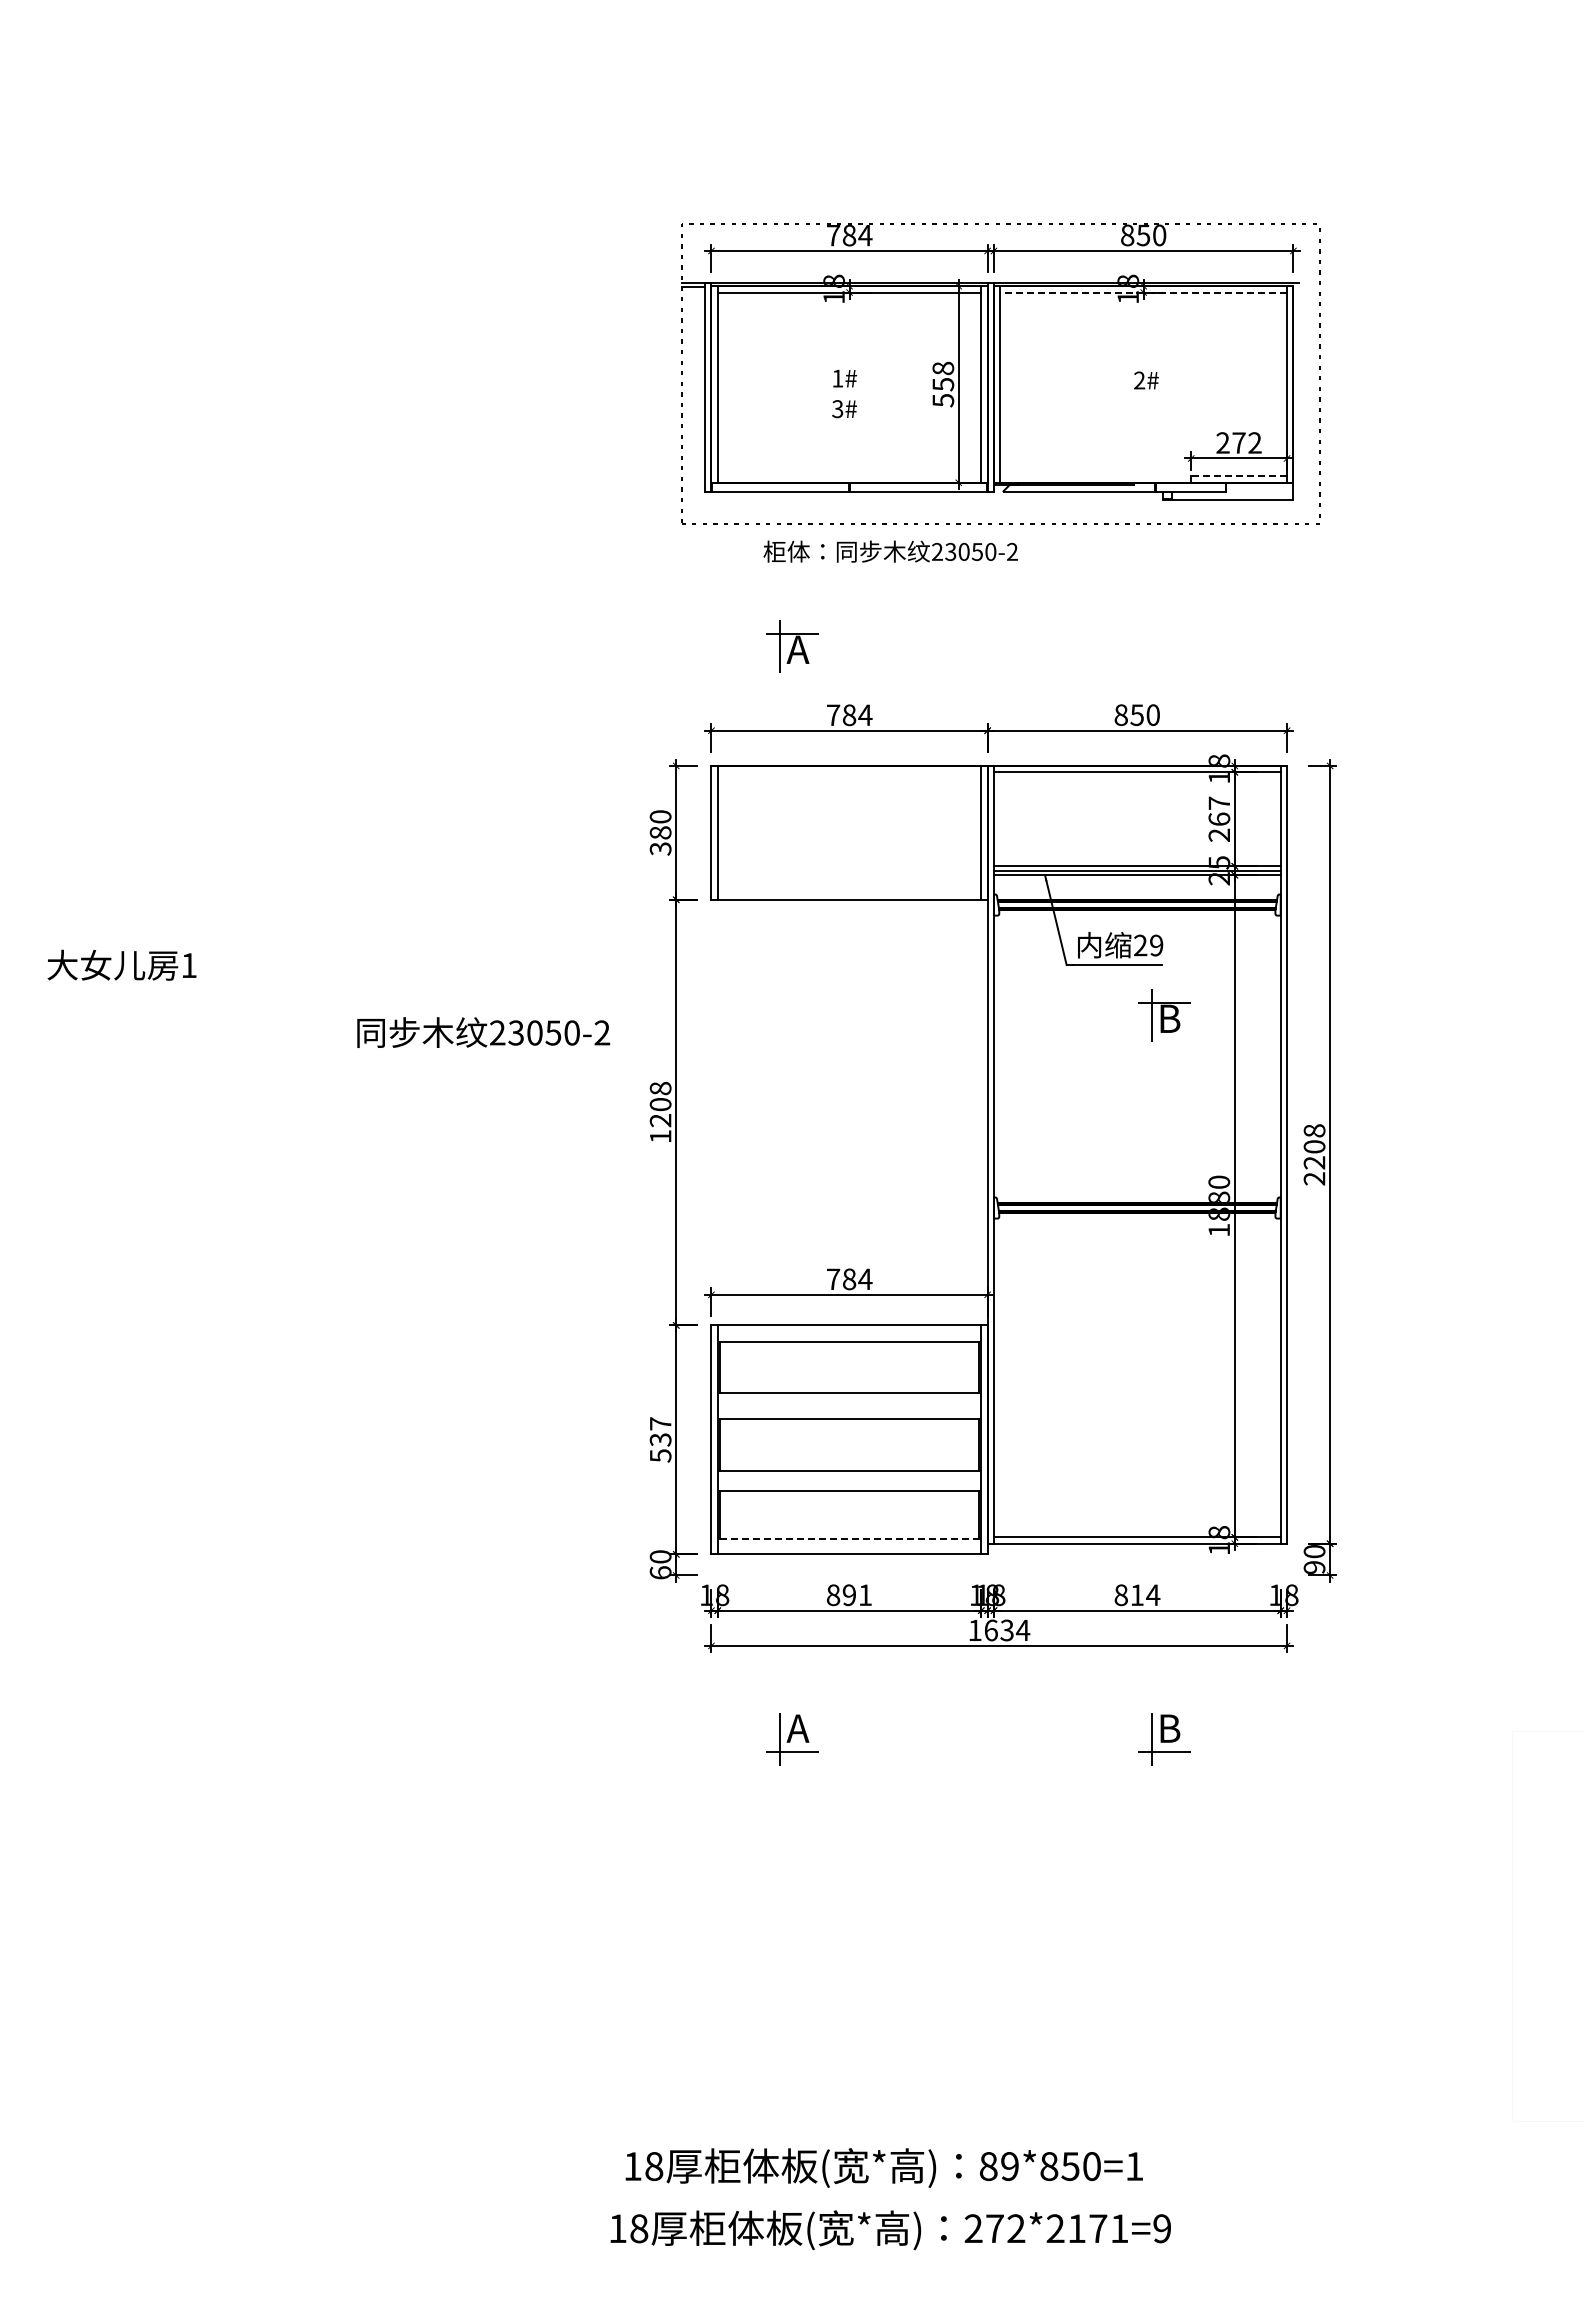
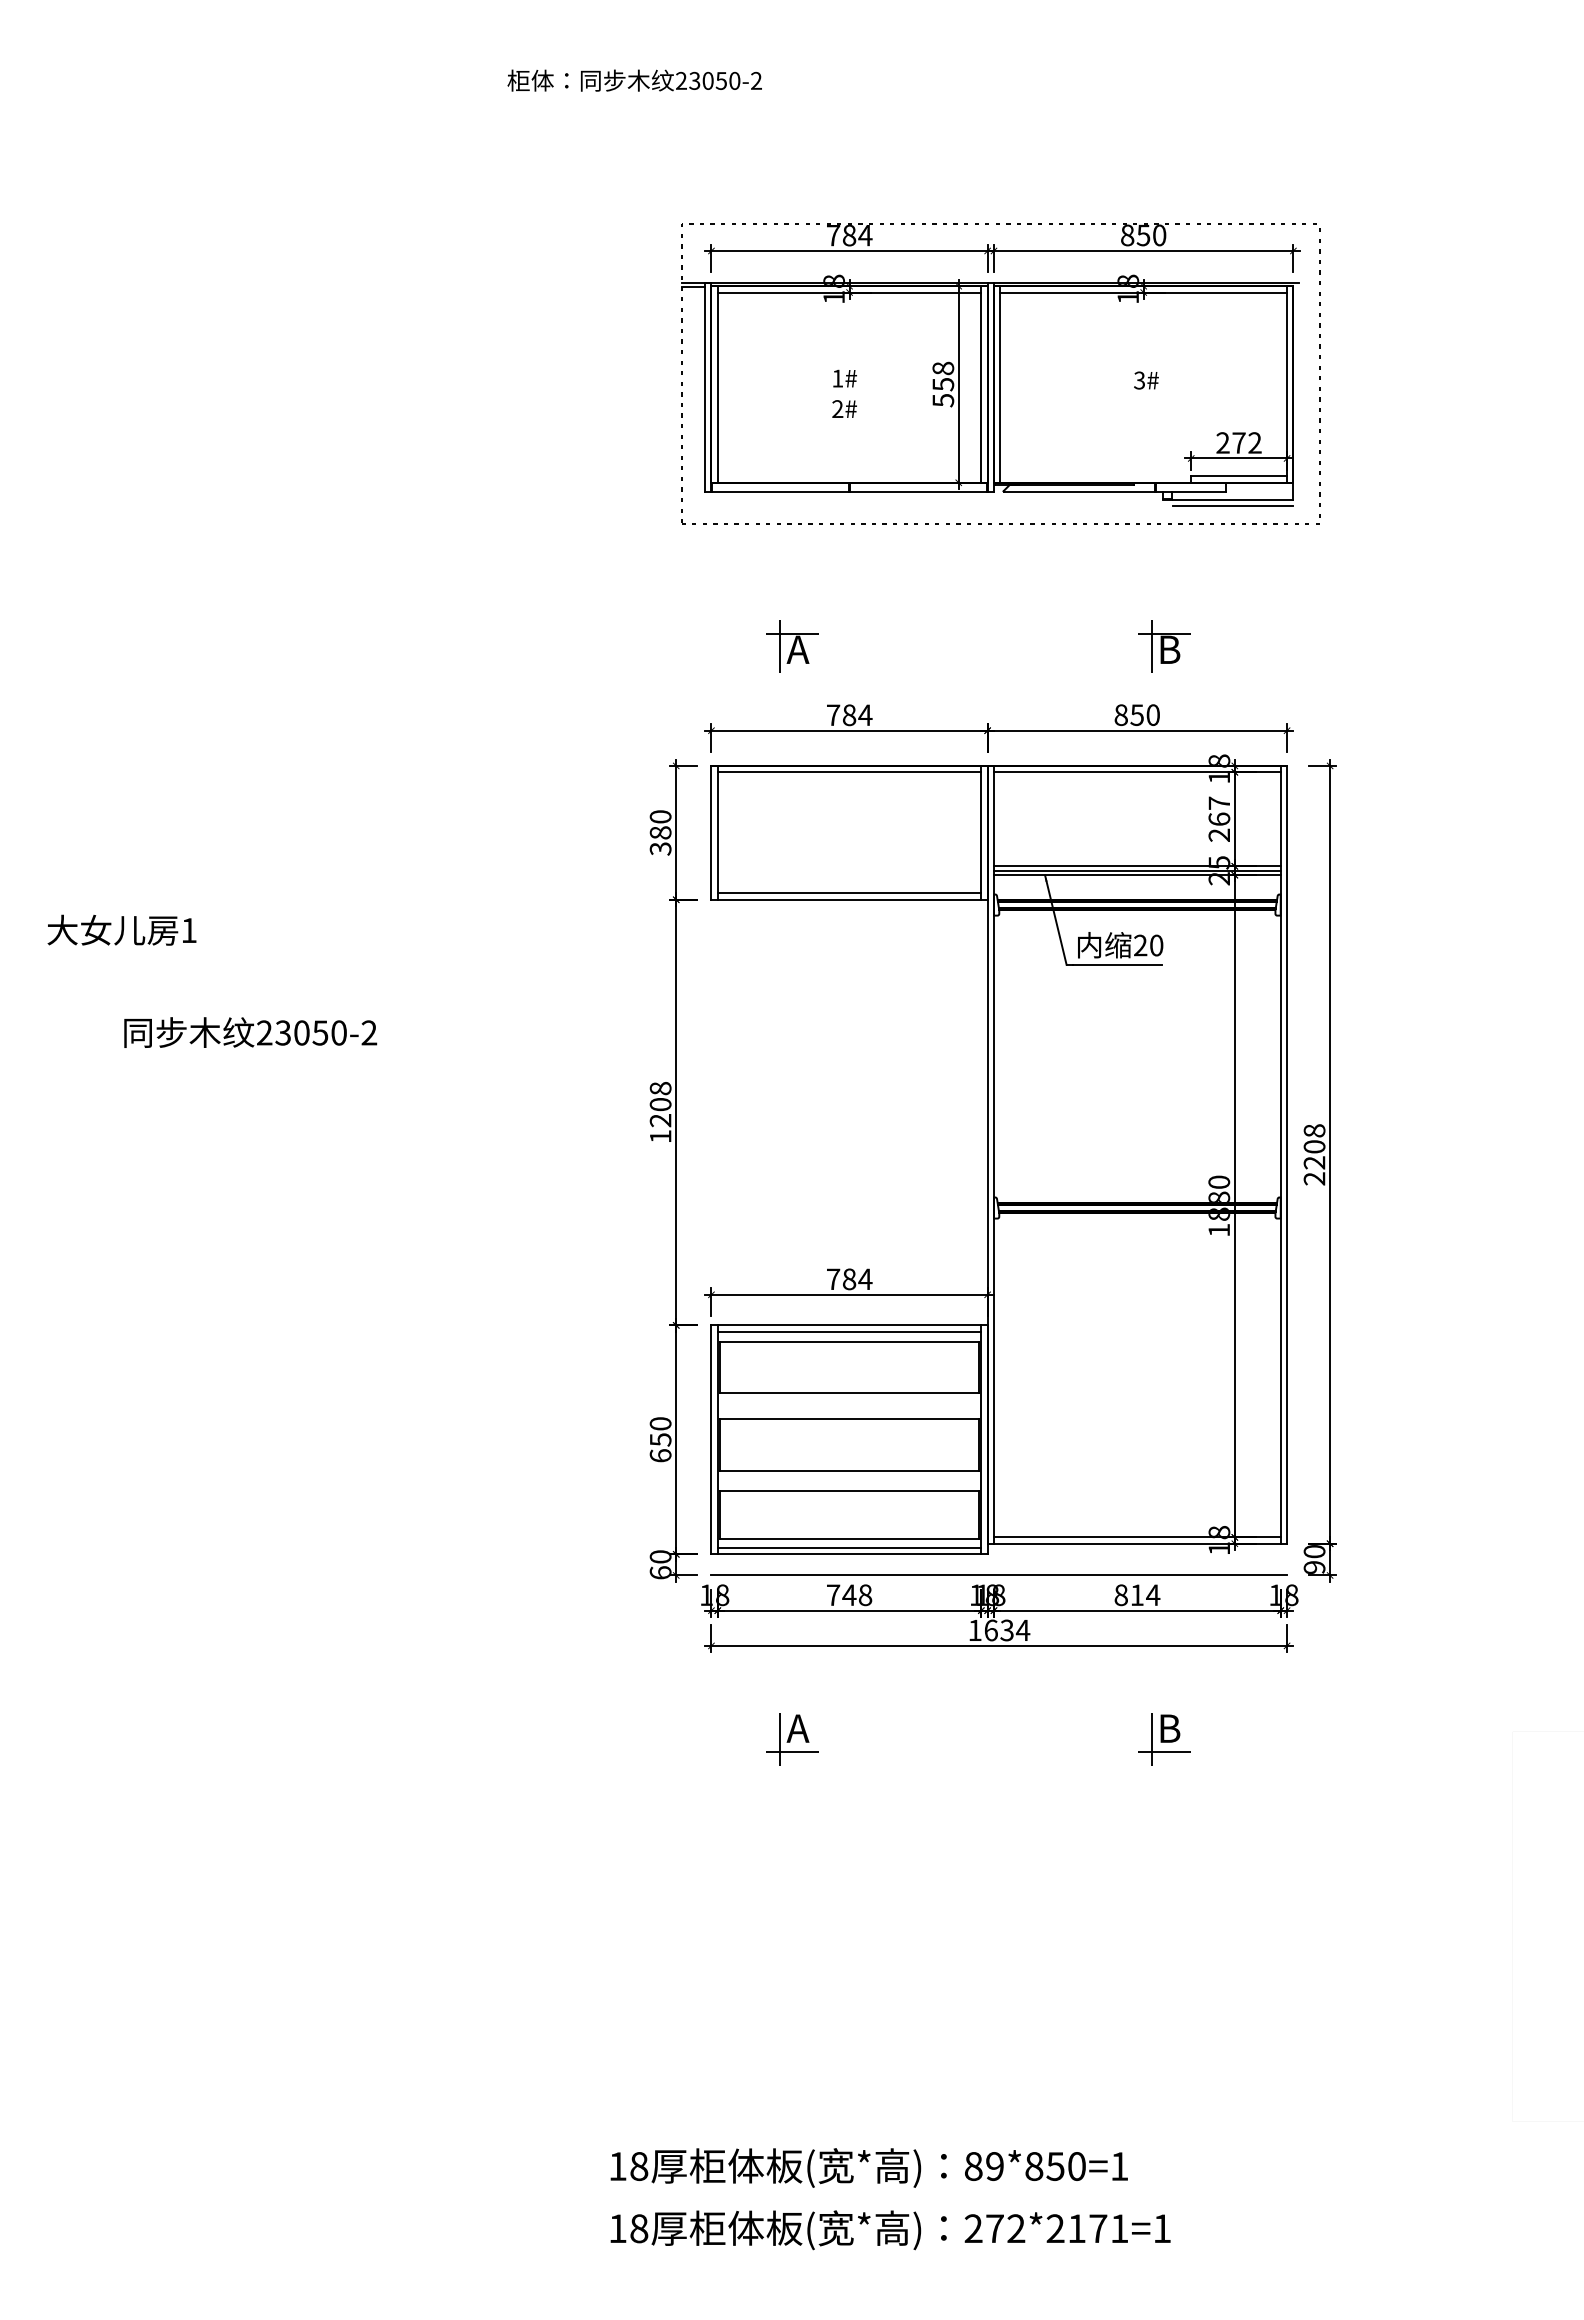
line at (1143, 292): dashed -> solid
text at (1139, 380): 2# -> 3#
text at (837, 409): 3# -> 2#
line at (1239, 476): dashed -> solid
line at (1232, 506): none -> present
text at (890, 551) position: (890, 551) -> (634, 80)
line at (849, 772): none -> present
line at (849, 893): none -> present
text at (1156, 945): 29 -> 20
text at (121, 964) position: (121, 964) -> (121, 929)
part at (1164, 1015) position: (1164, 1015) -> (1164, 646)
text at (483, 1032) position: (483, 1032) -> (250, 1032)
line at (849, 1331): none -> present
text at (660, 1439): 537 -> 650
line at (850, 1539): dashed -> solid
line at (849, 1547): none -> present
line at (999, 1575): none -> present
text at (849, 1595): 891 -> 748
text at (883, 2167) position: (883, 2167) -> (868, 2167)
text at (1161, 2228): 272*2171=9 -> 272*2171=1
